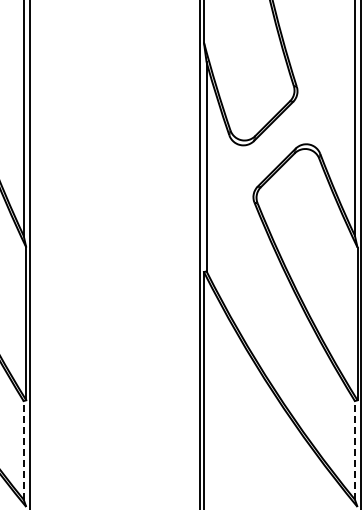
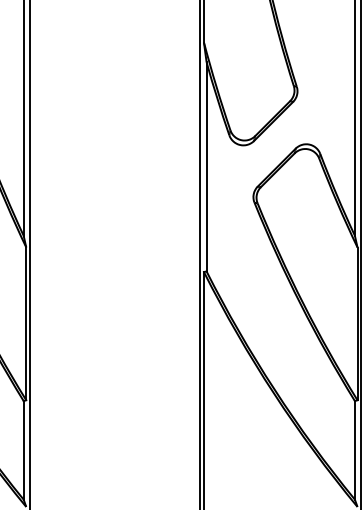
line at (23, 449): dashed -> solid
line at (354, 449): dashed -> solid
